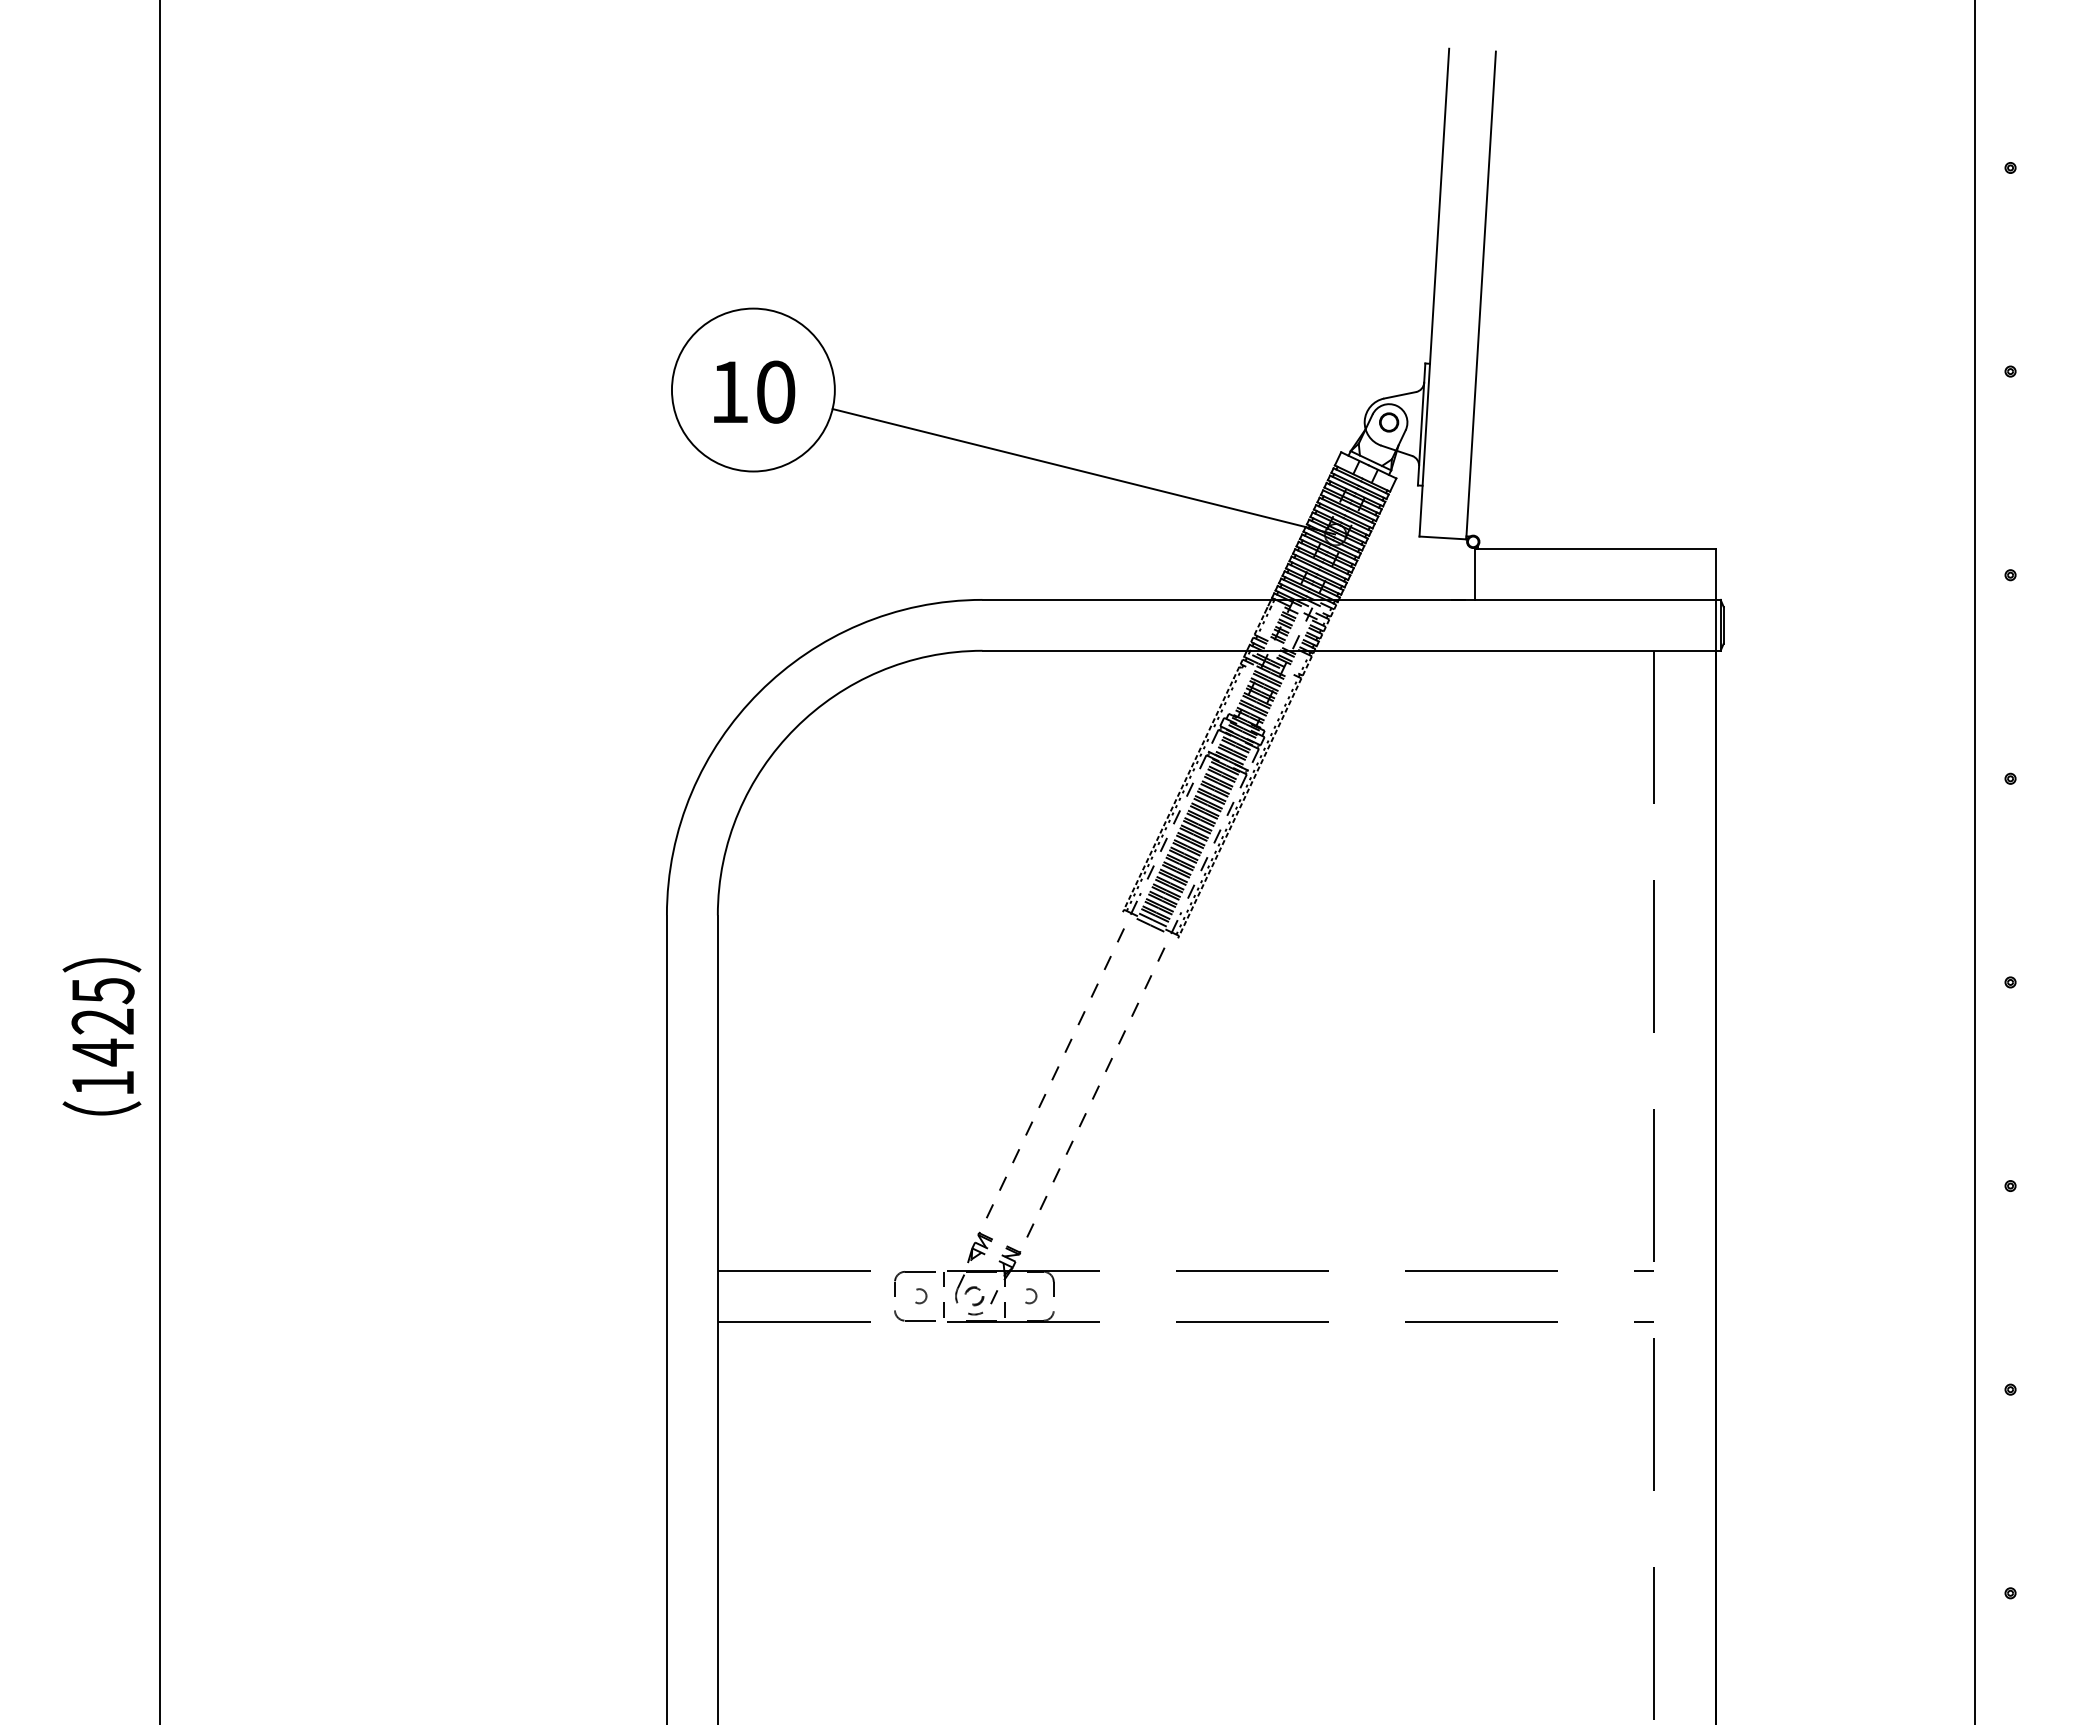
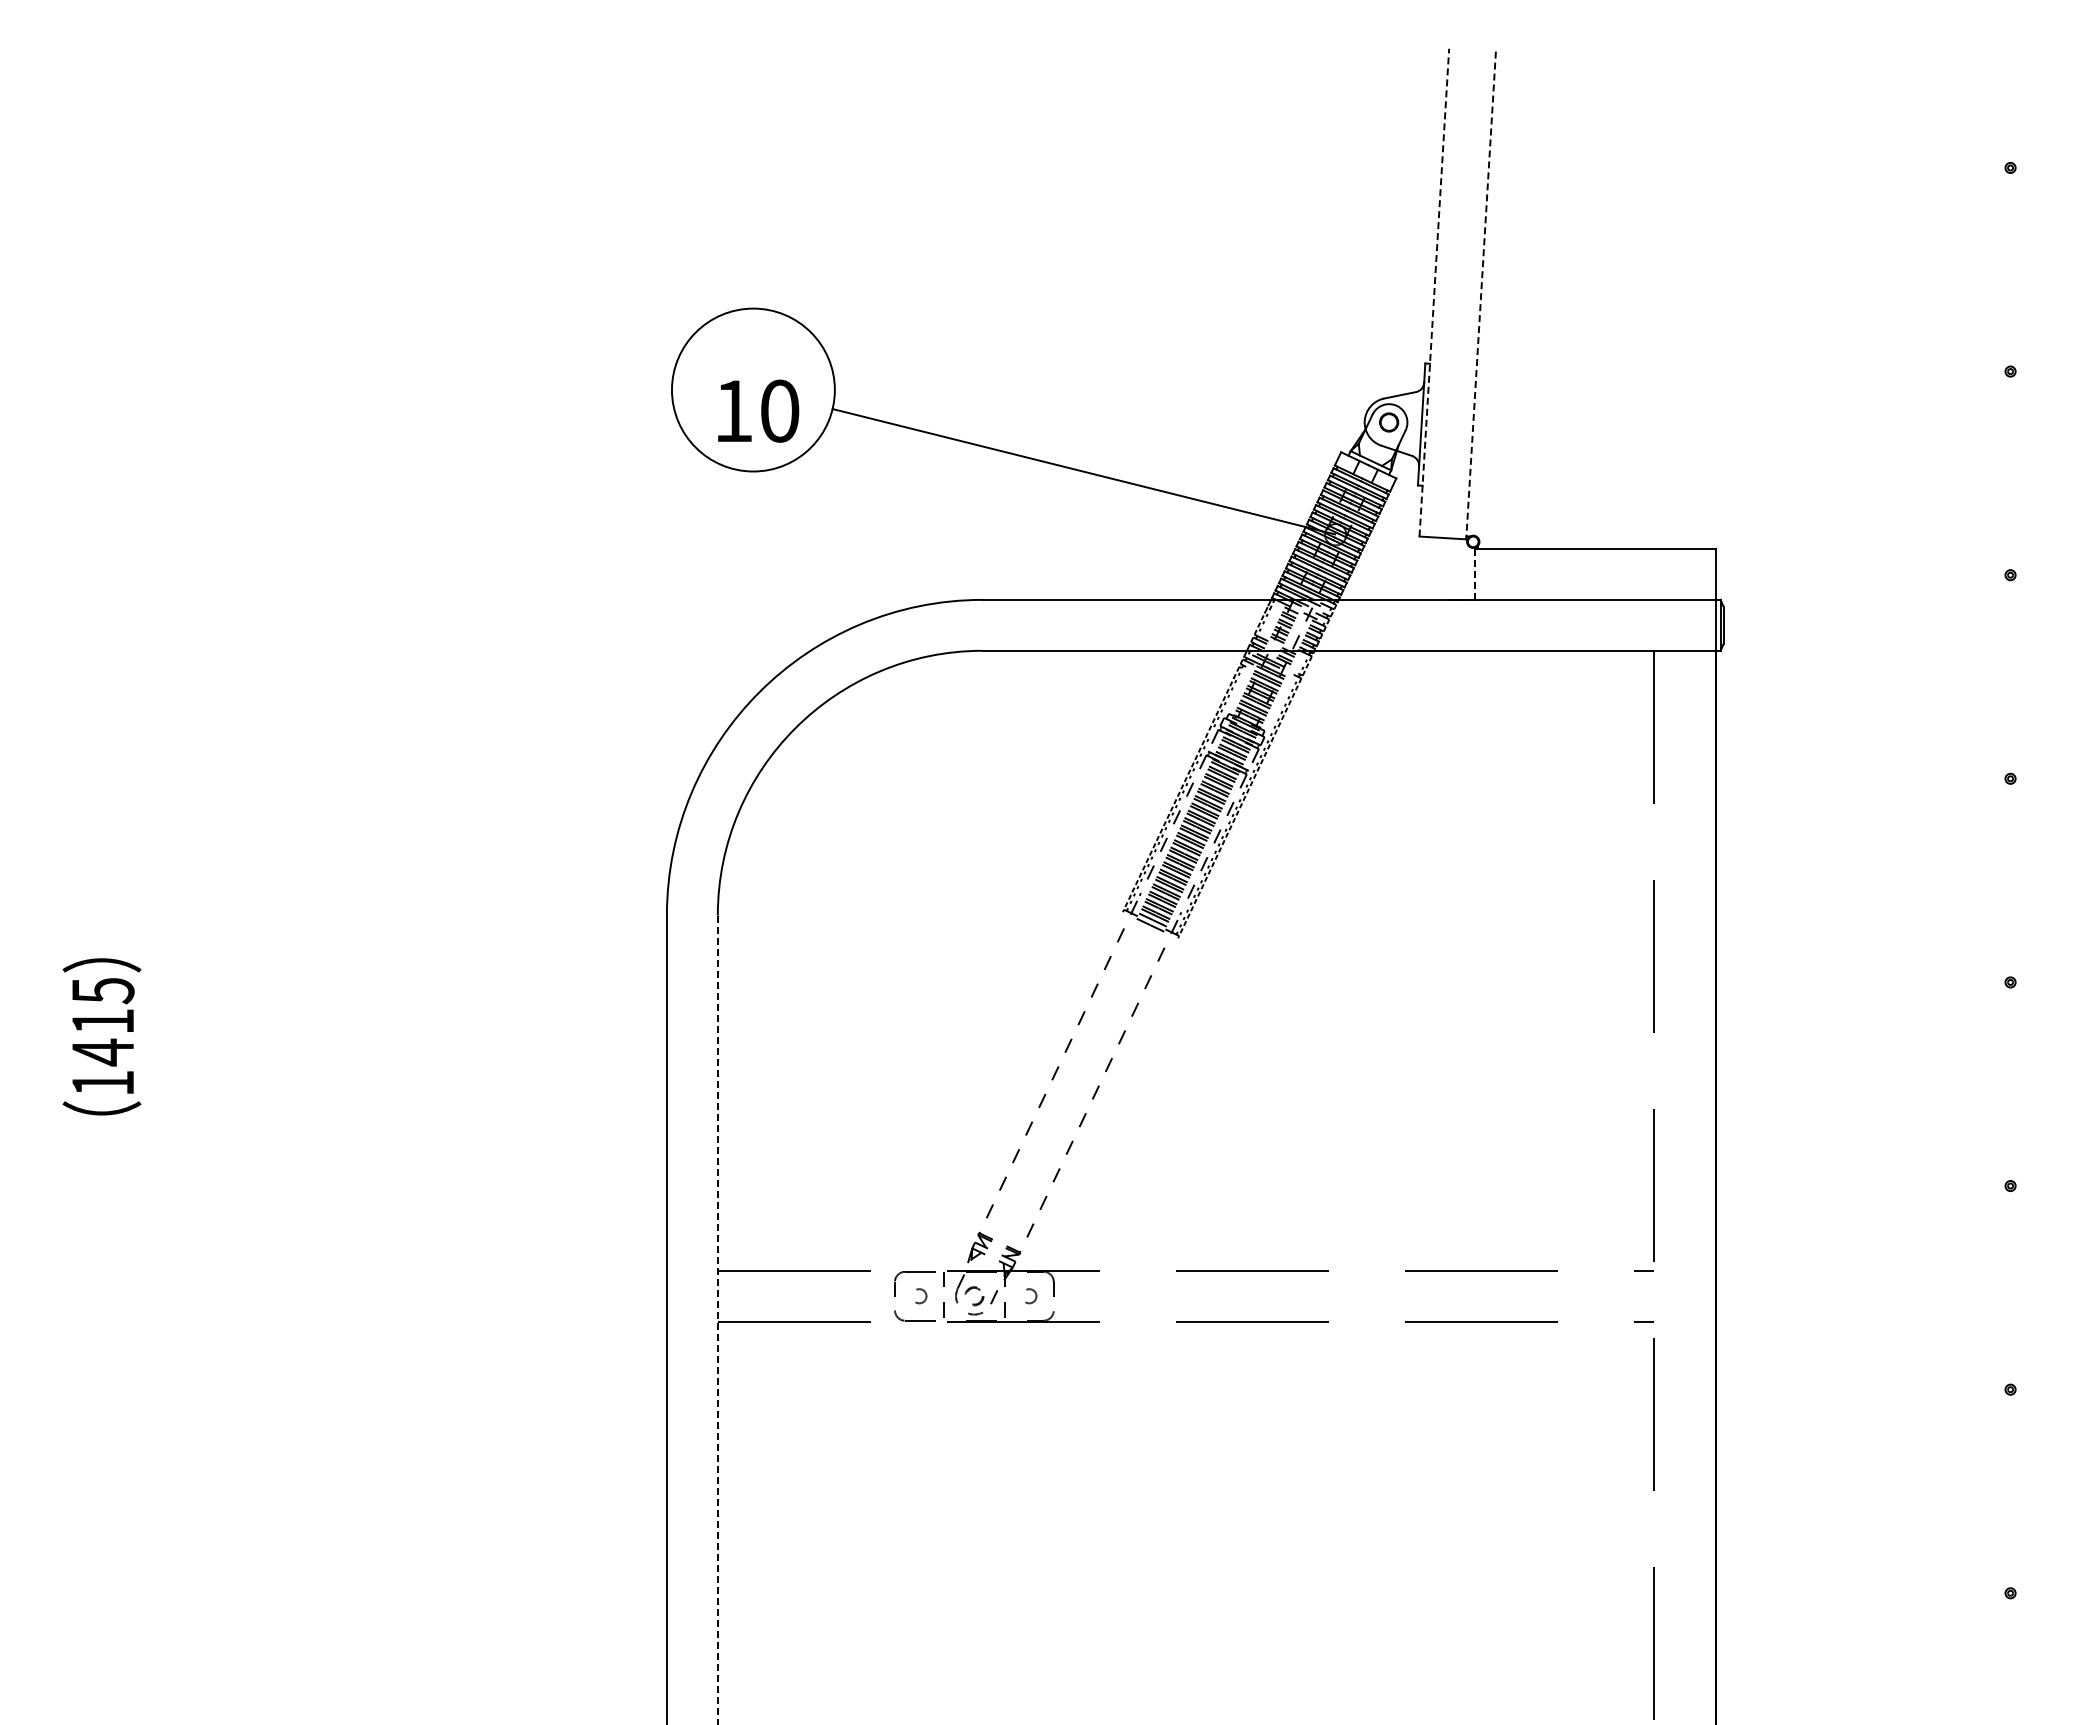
line at (1434, 292): solid -> dashed
line at (1481, 295): solid -> dashed
text at (754, 391) position: (754, 391) -> (758, 410)
line at (1475, 574): solid -> dashed
line at (160, 861): present -> none
line at (1975, 861): present -> none
text at (102, 1021): 1425 -> 1415
line at (717, 1320): solid -> dashed
